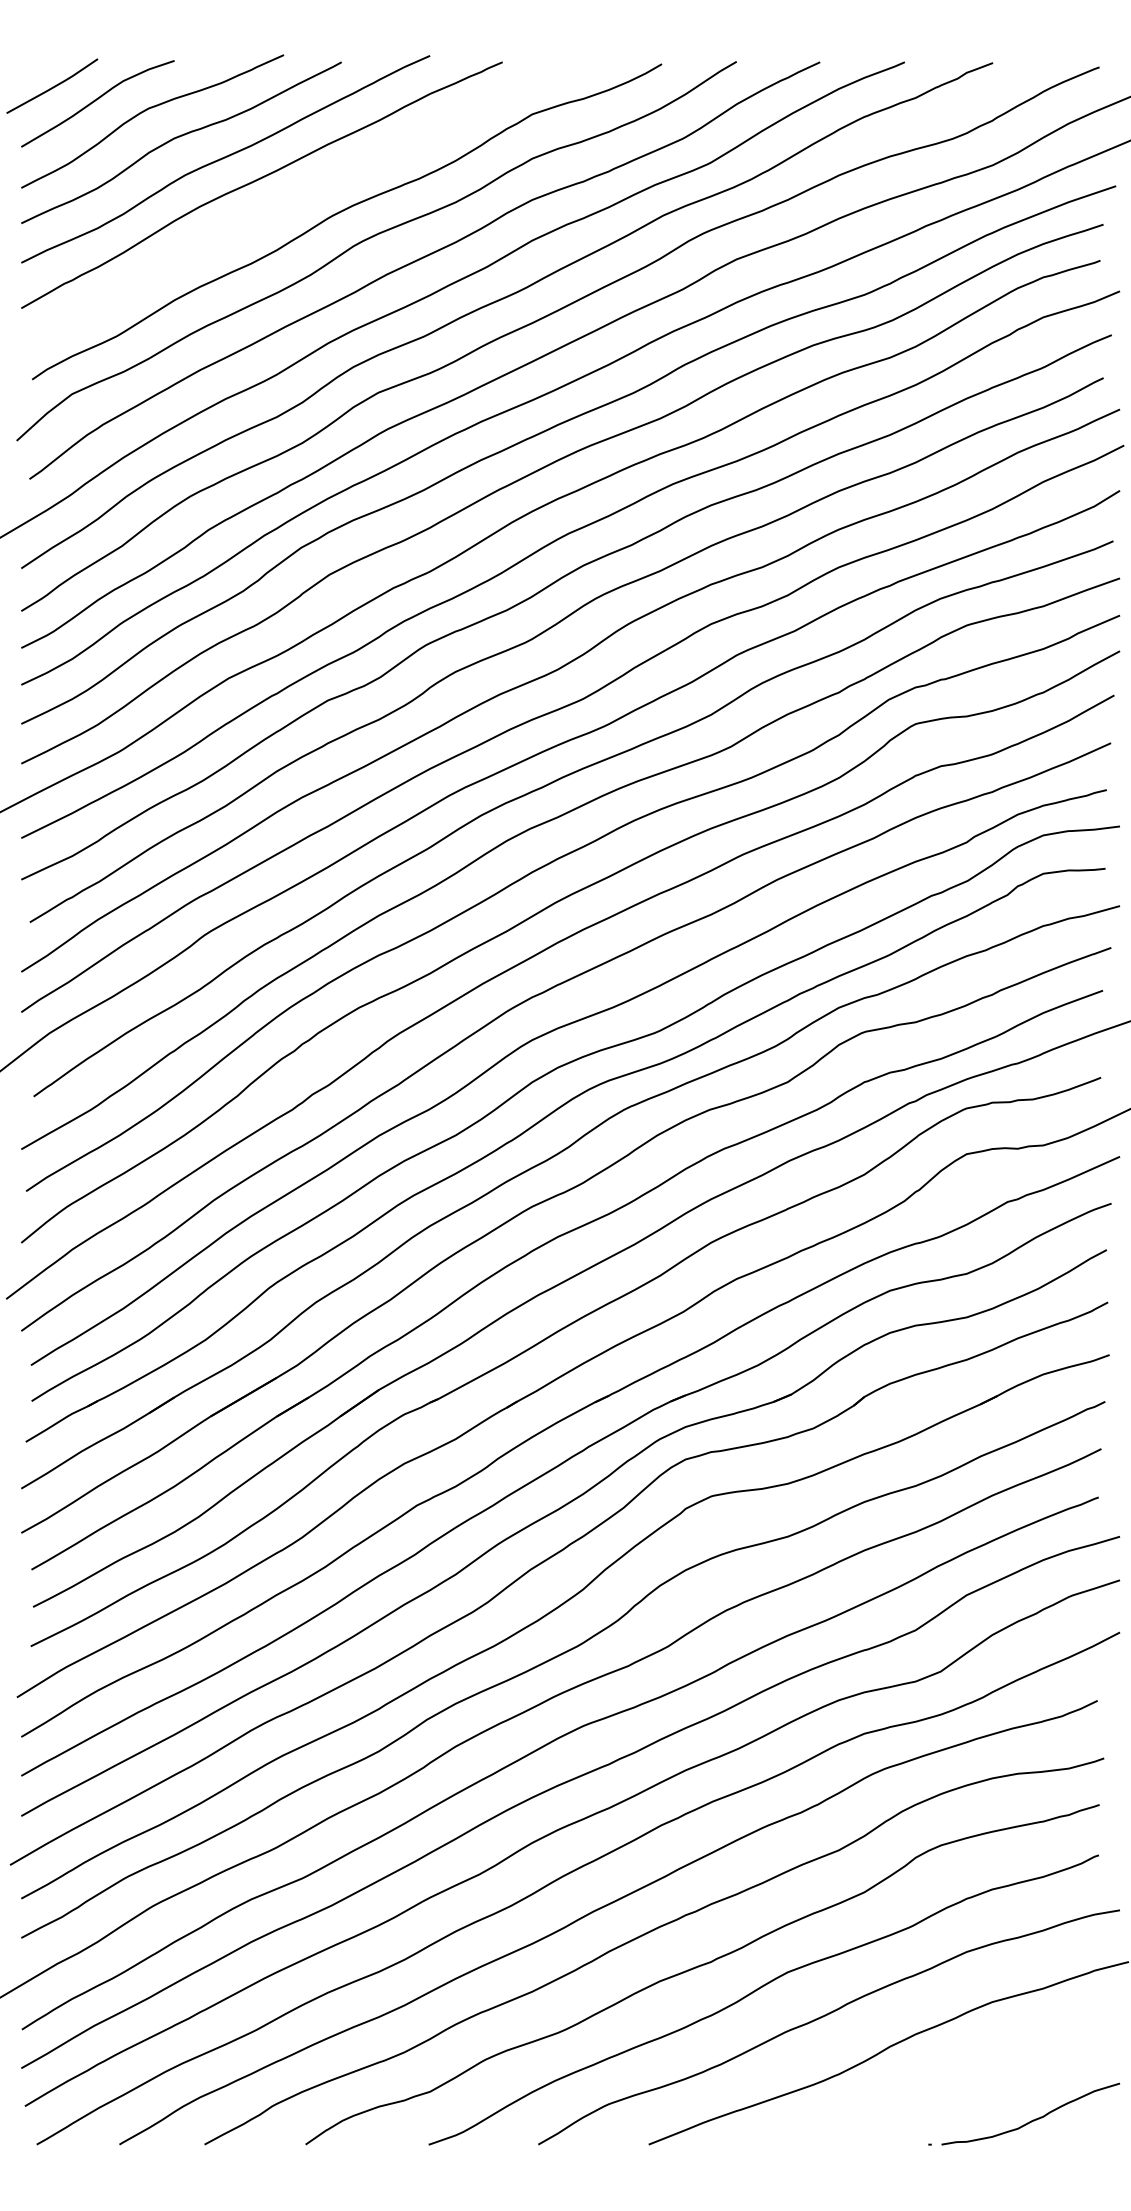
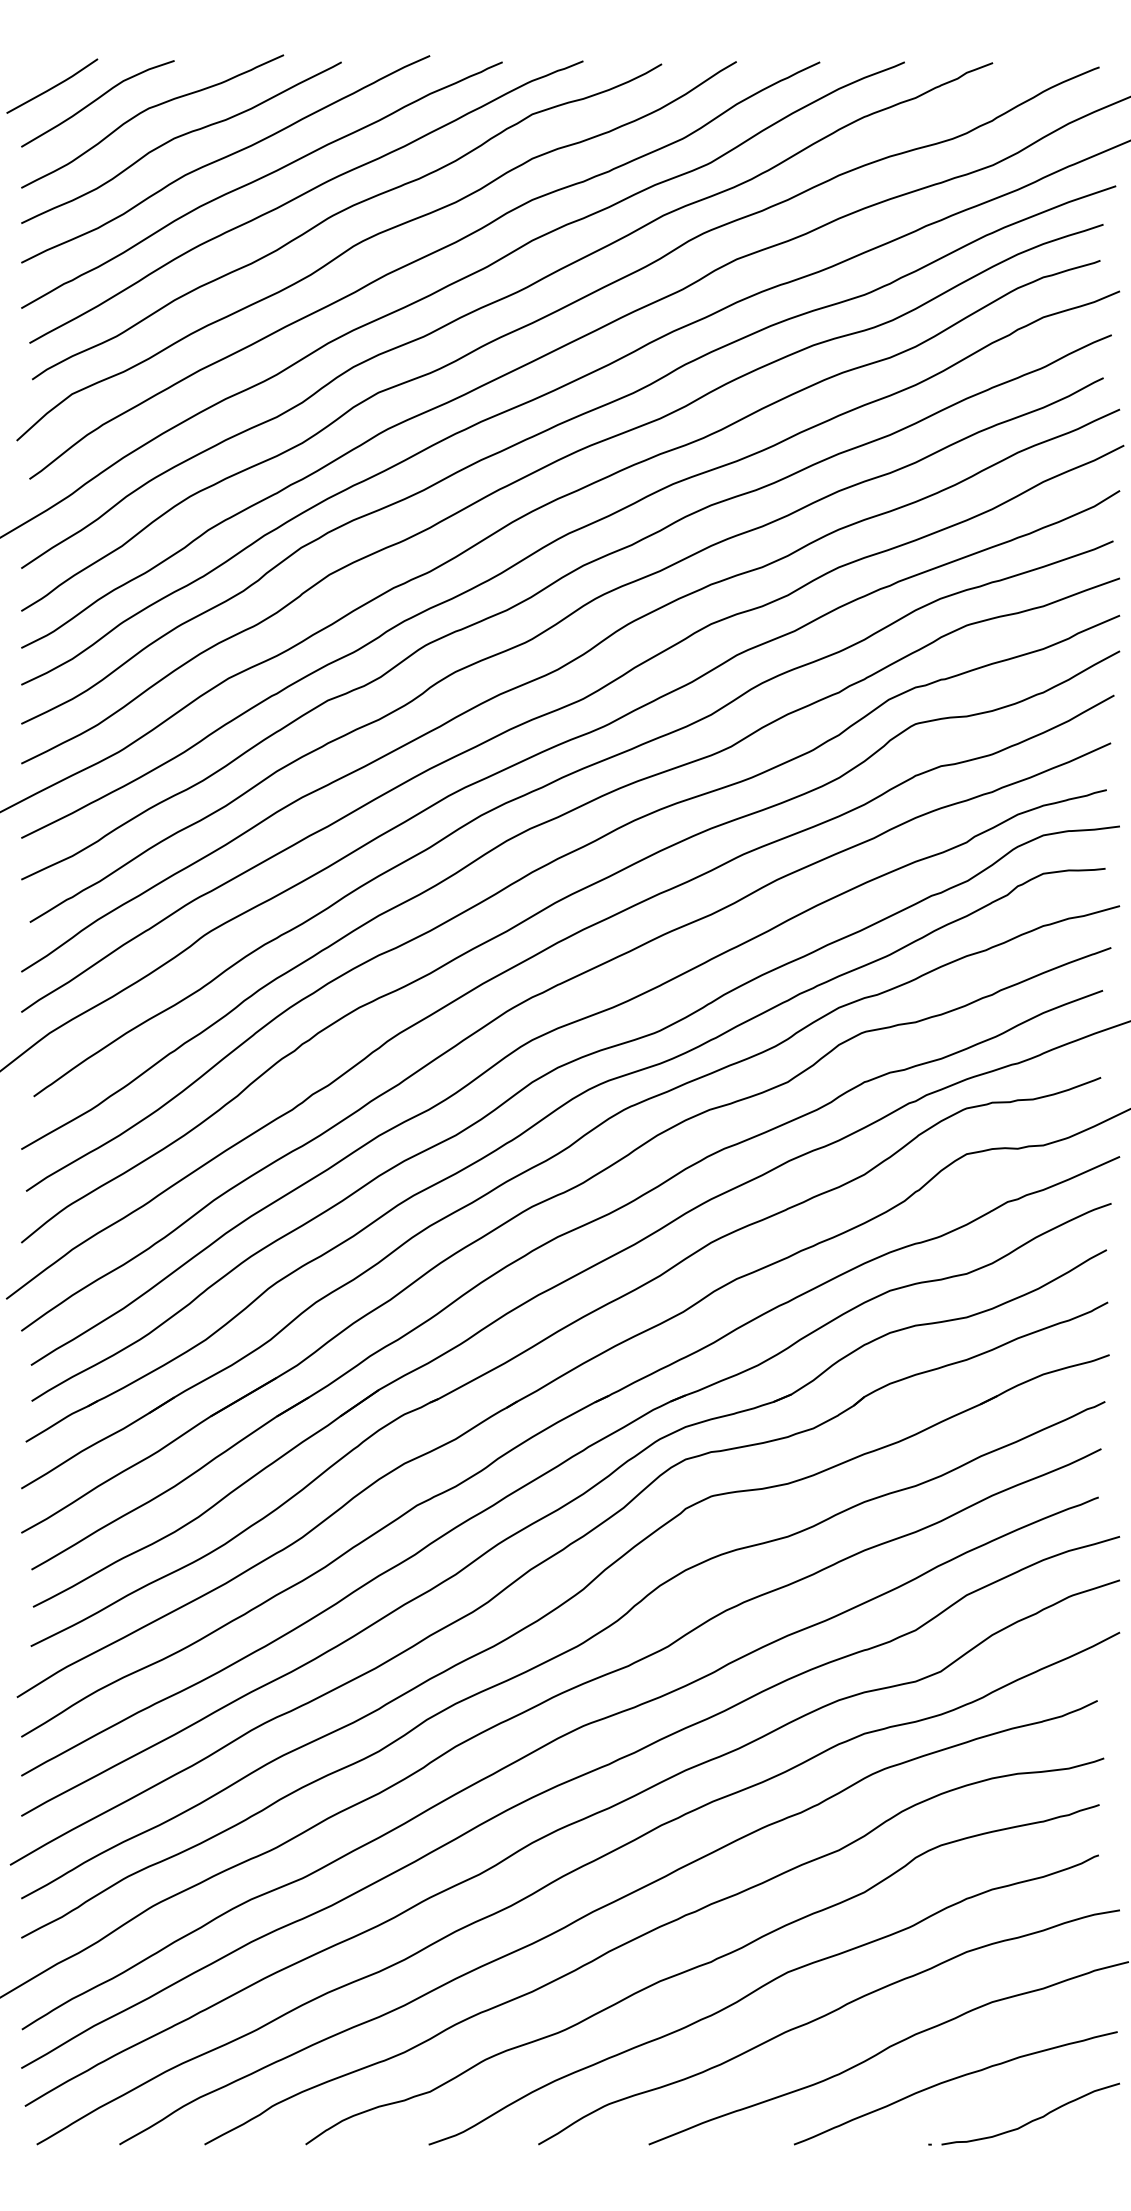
curve at (303, 195): none -> present
curve at (952, 2080): none -> present
